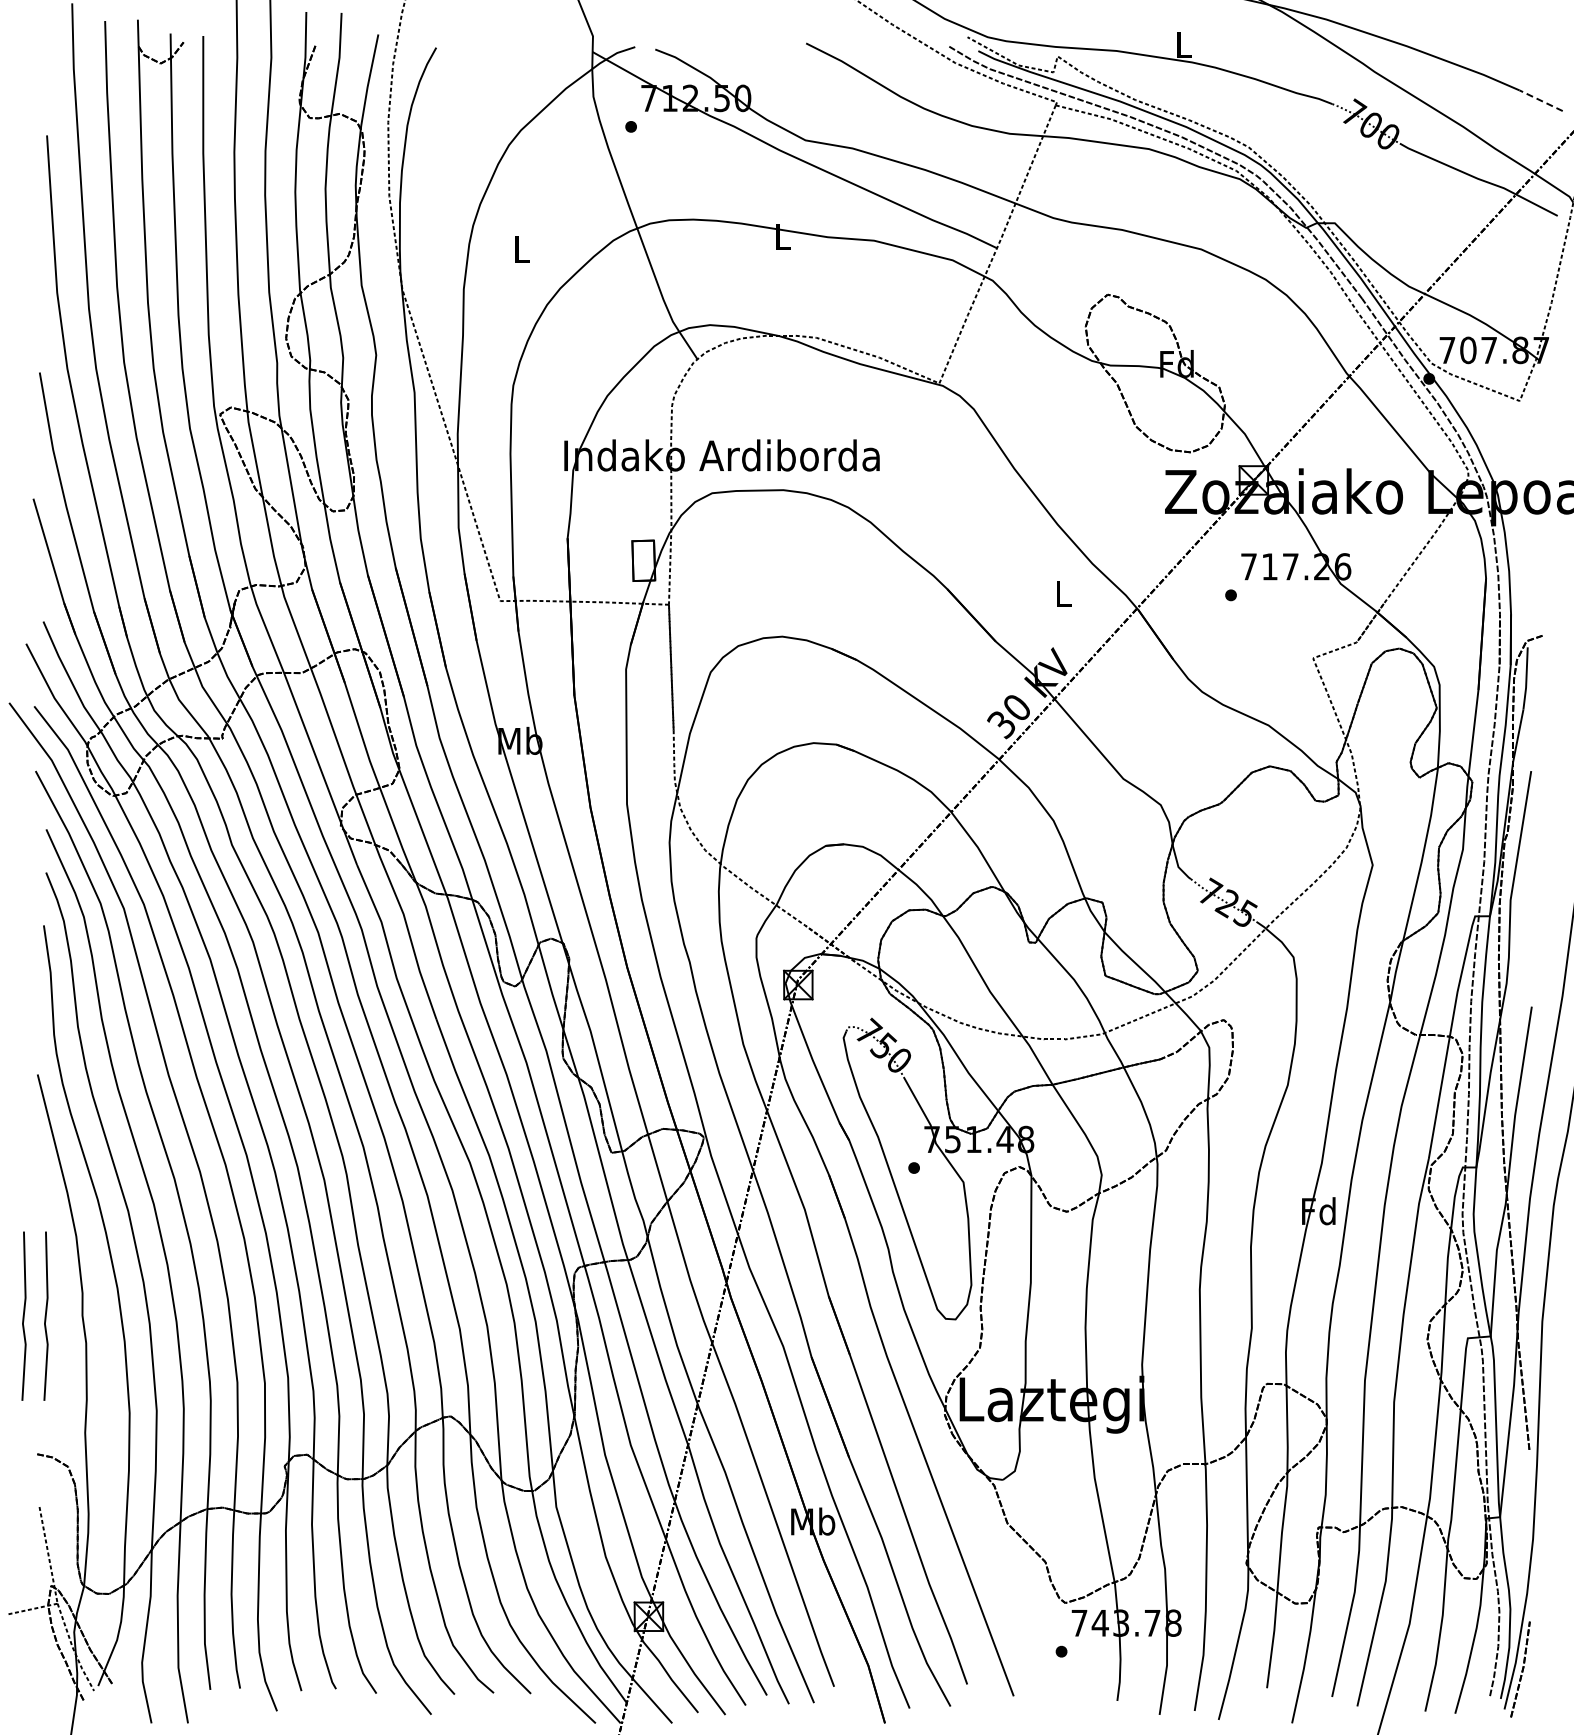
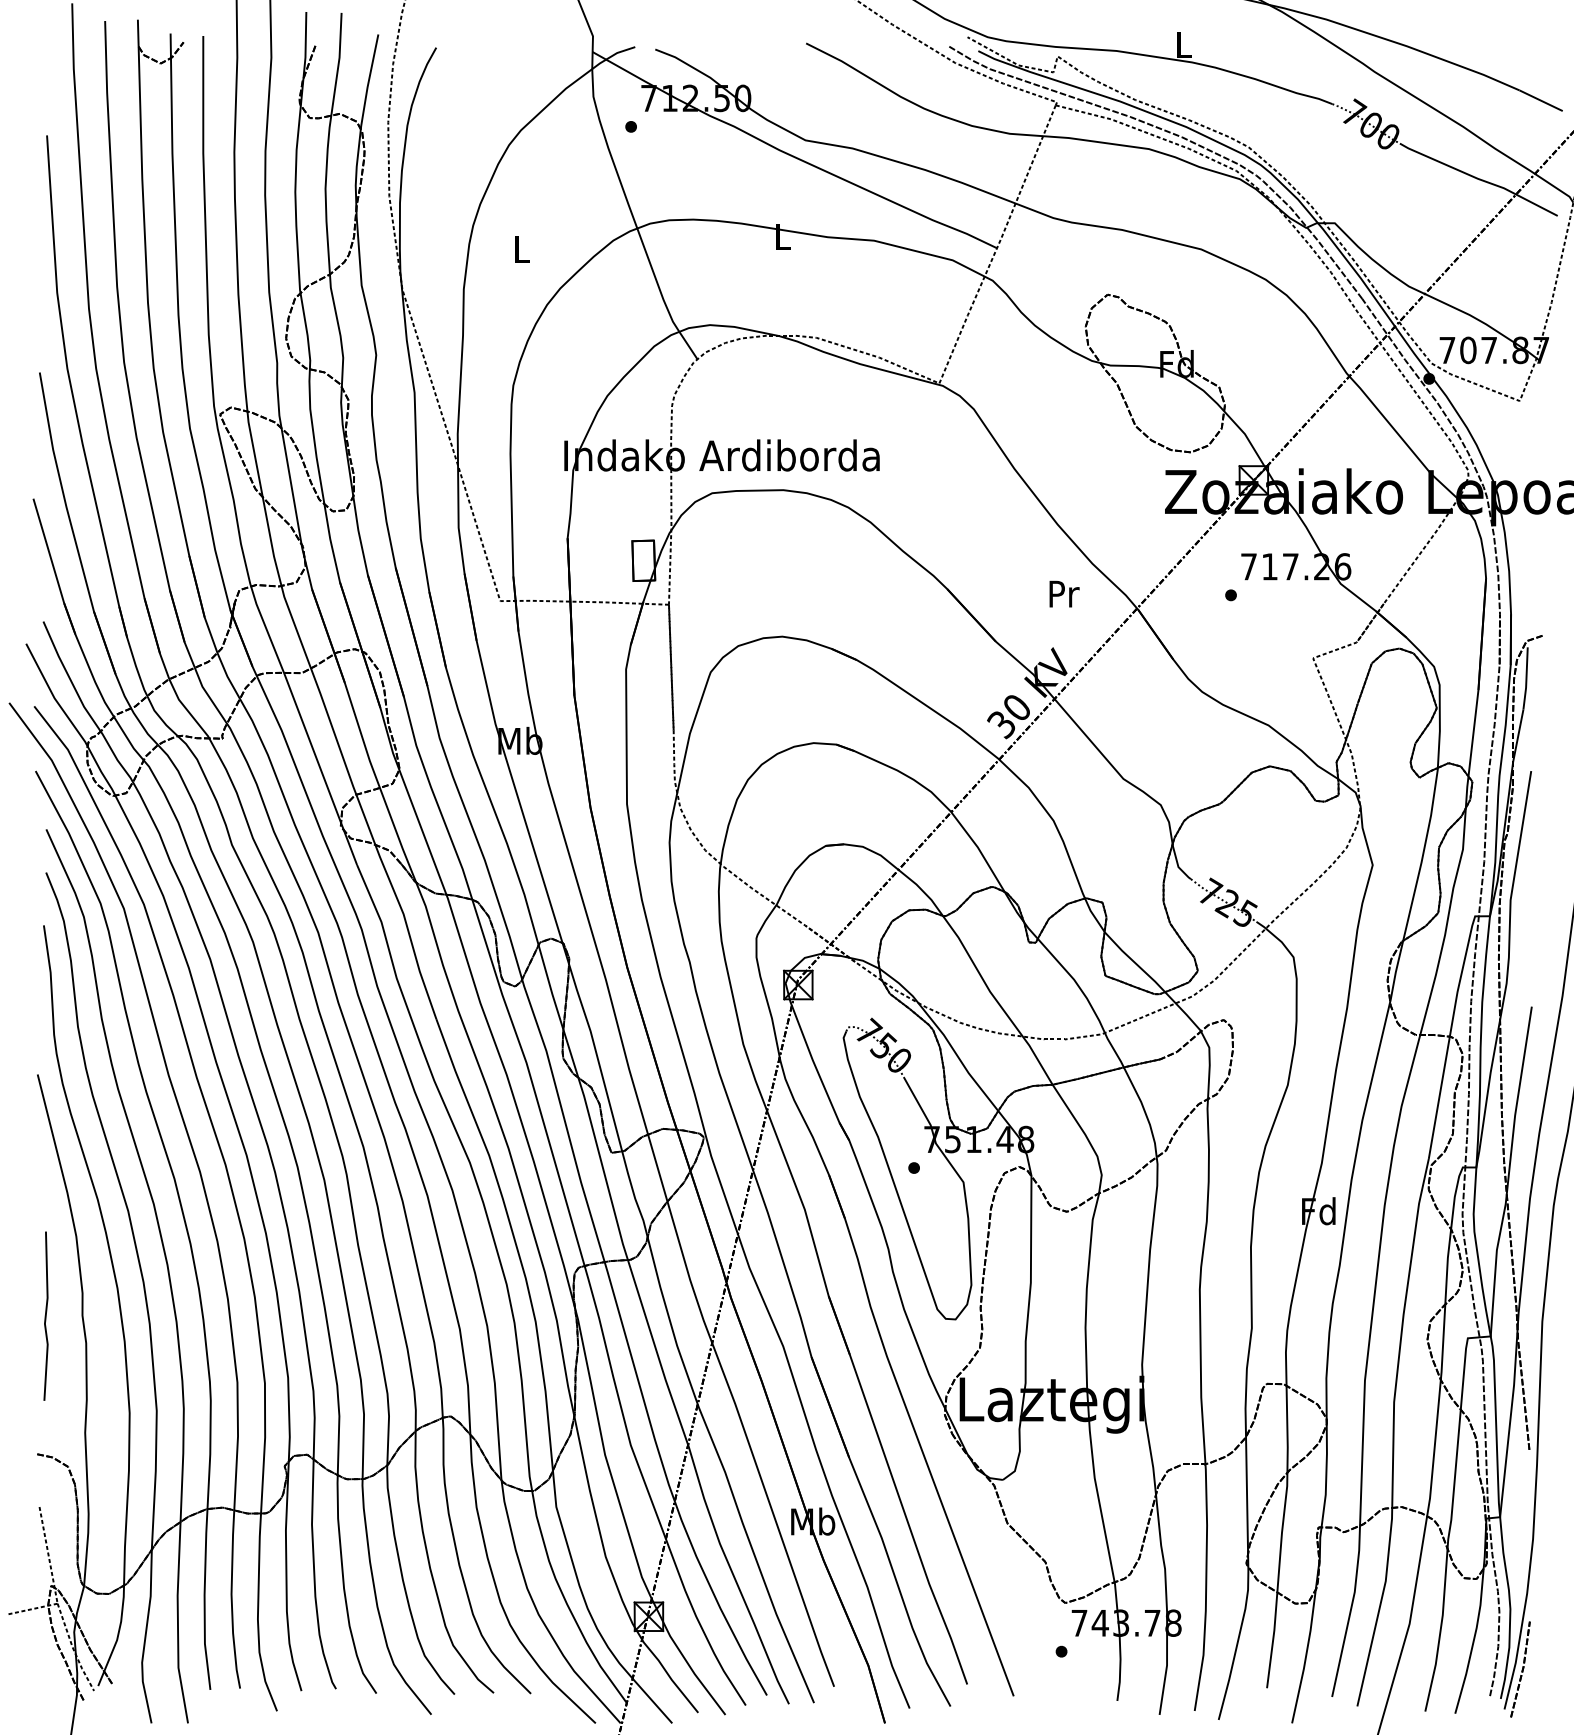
line at (1541, 100): dashed -> solid
text at (1064, 593): L -> Pr
line at (23, 1315): present -> none
